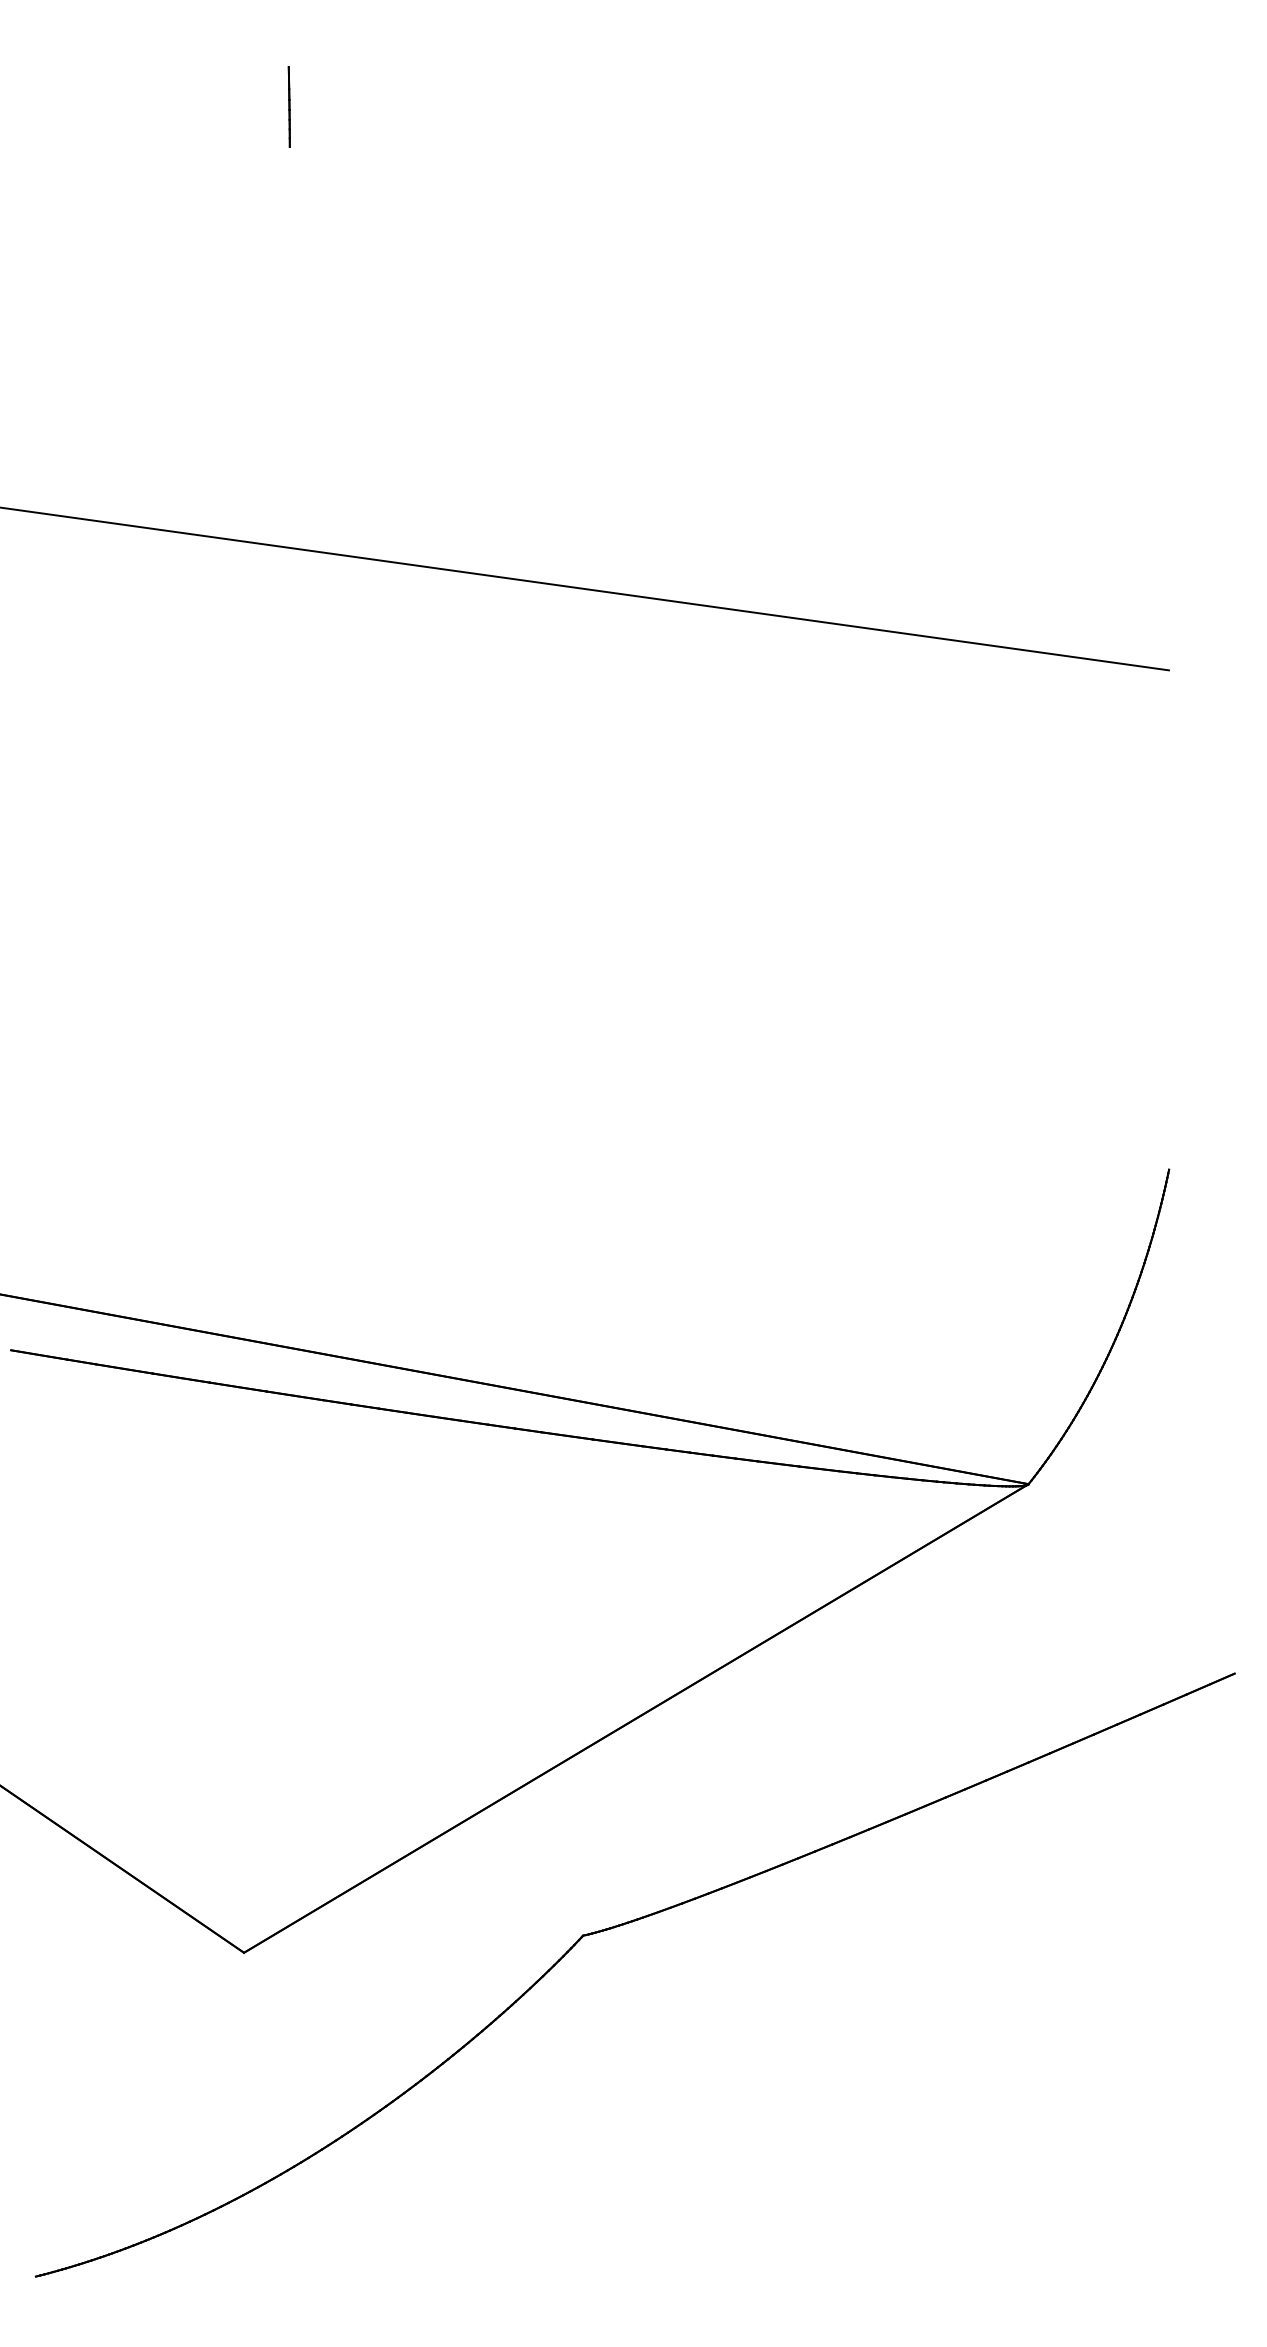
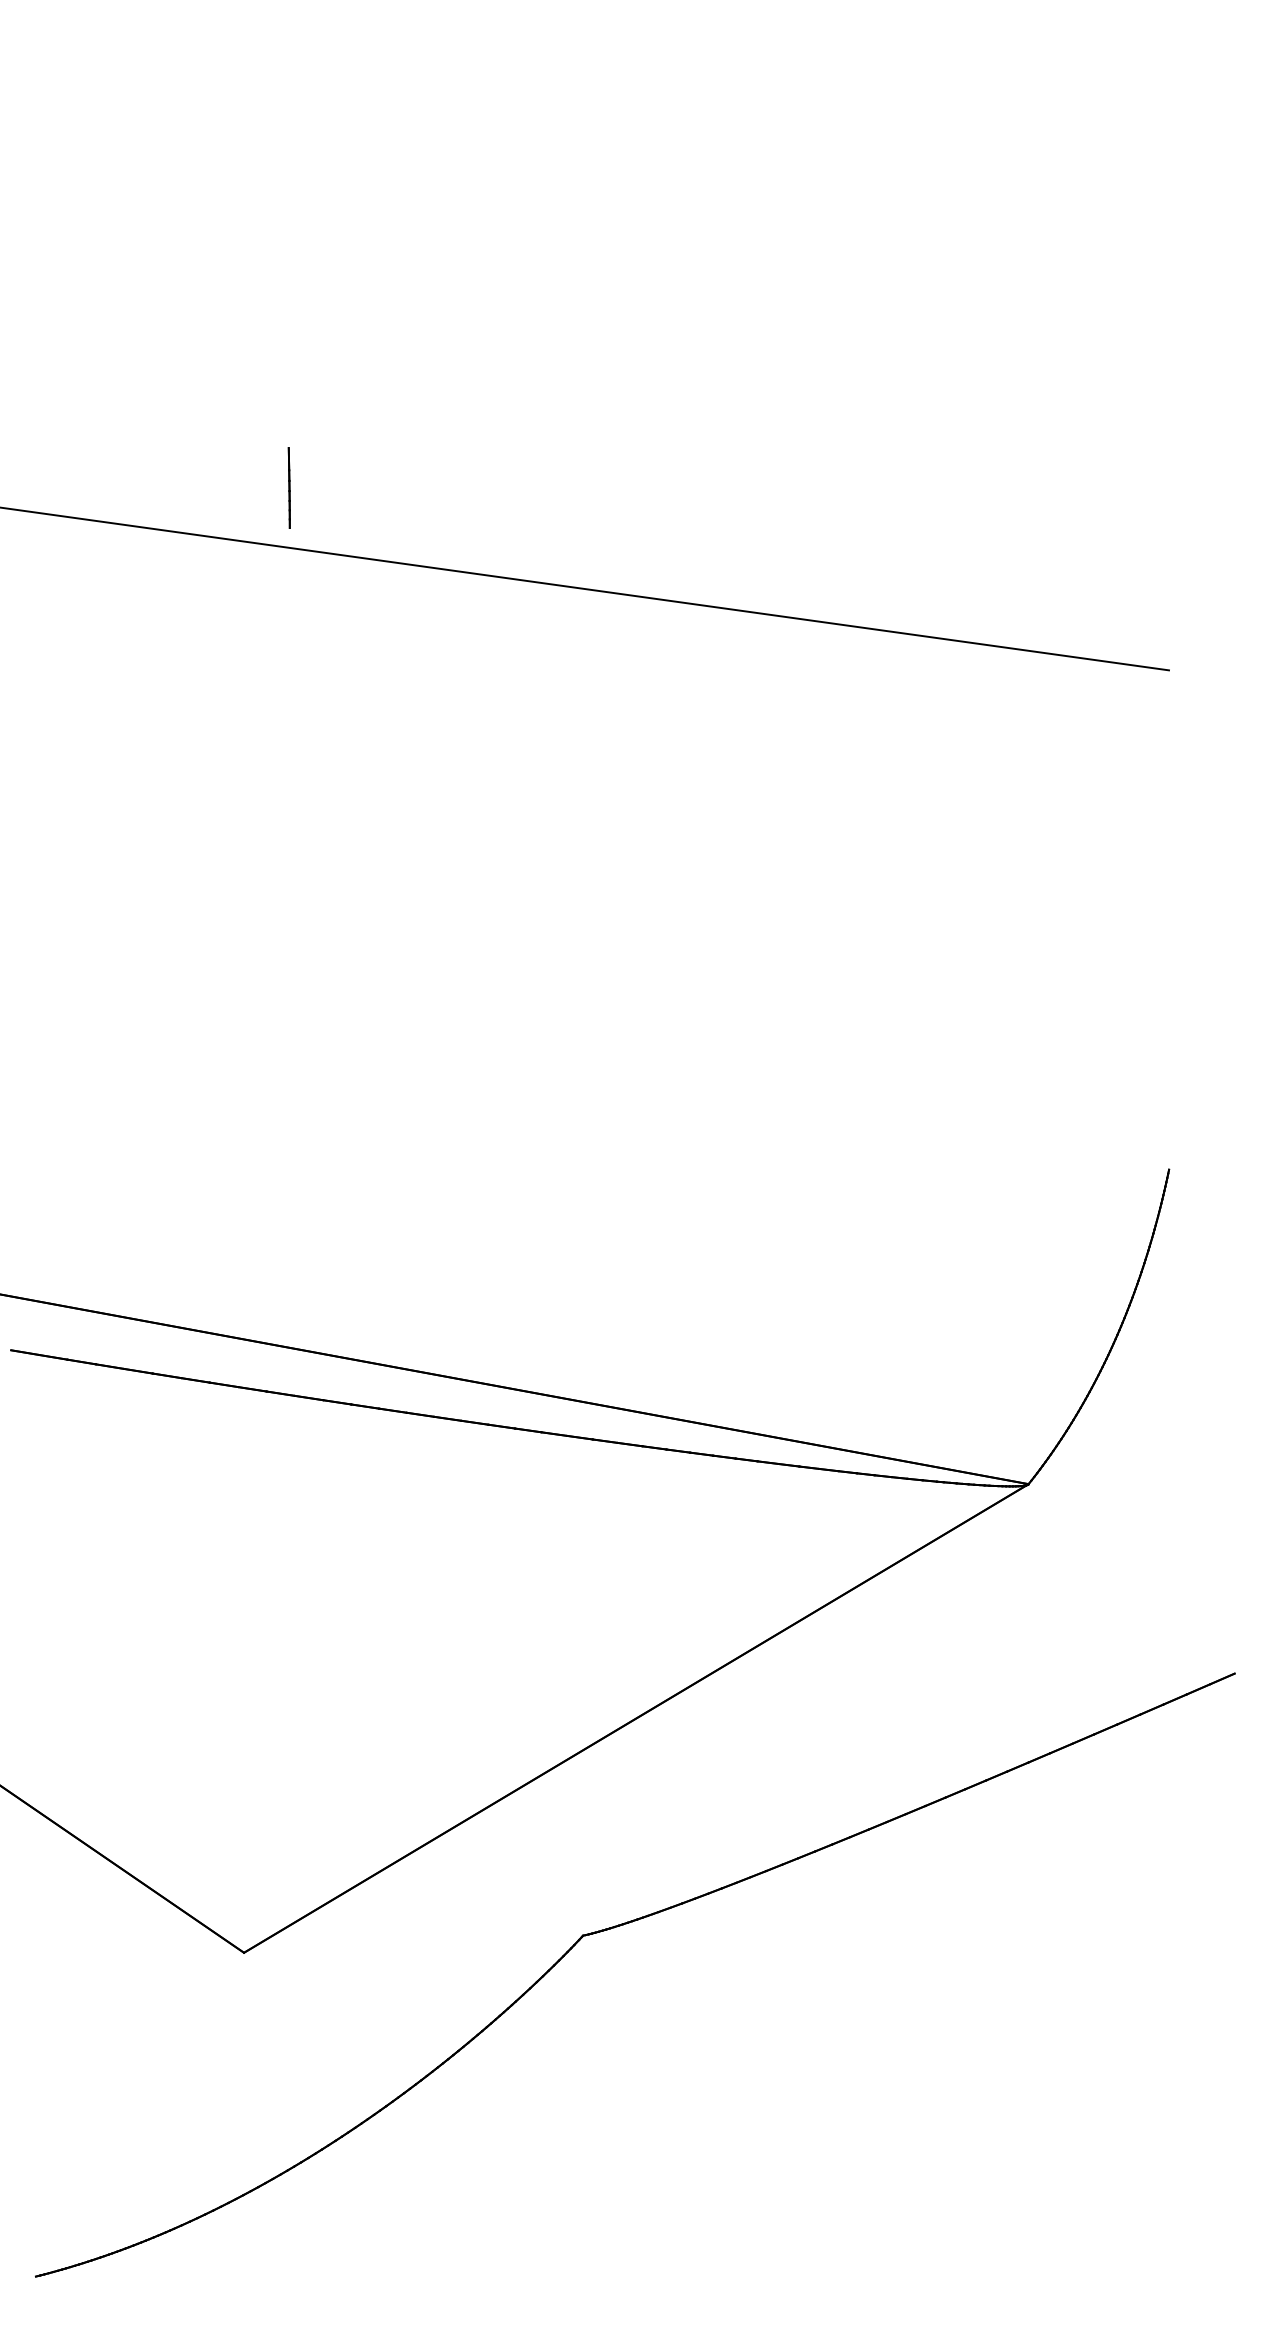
line at (288, 106) position: (288, 106) -> (288, 487)
